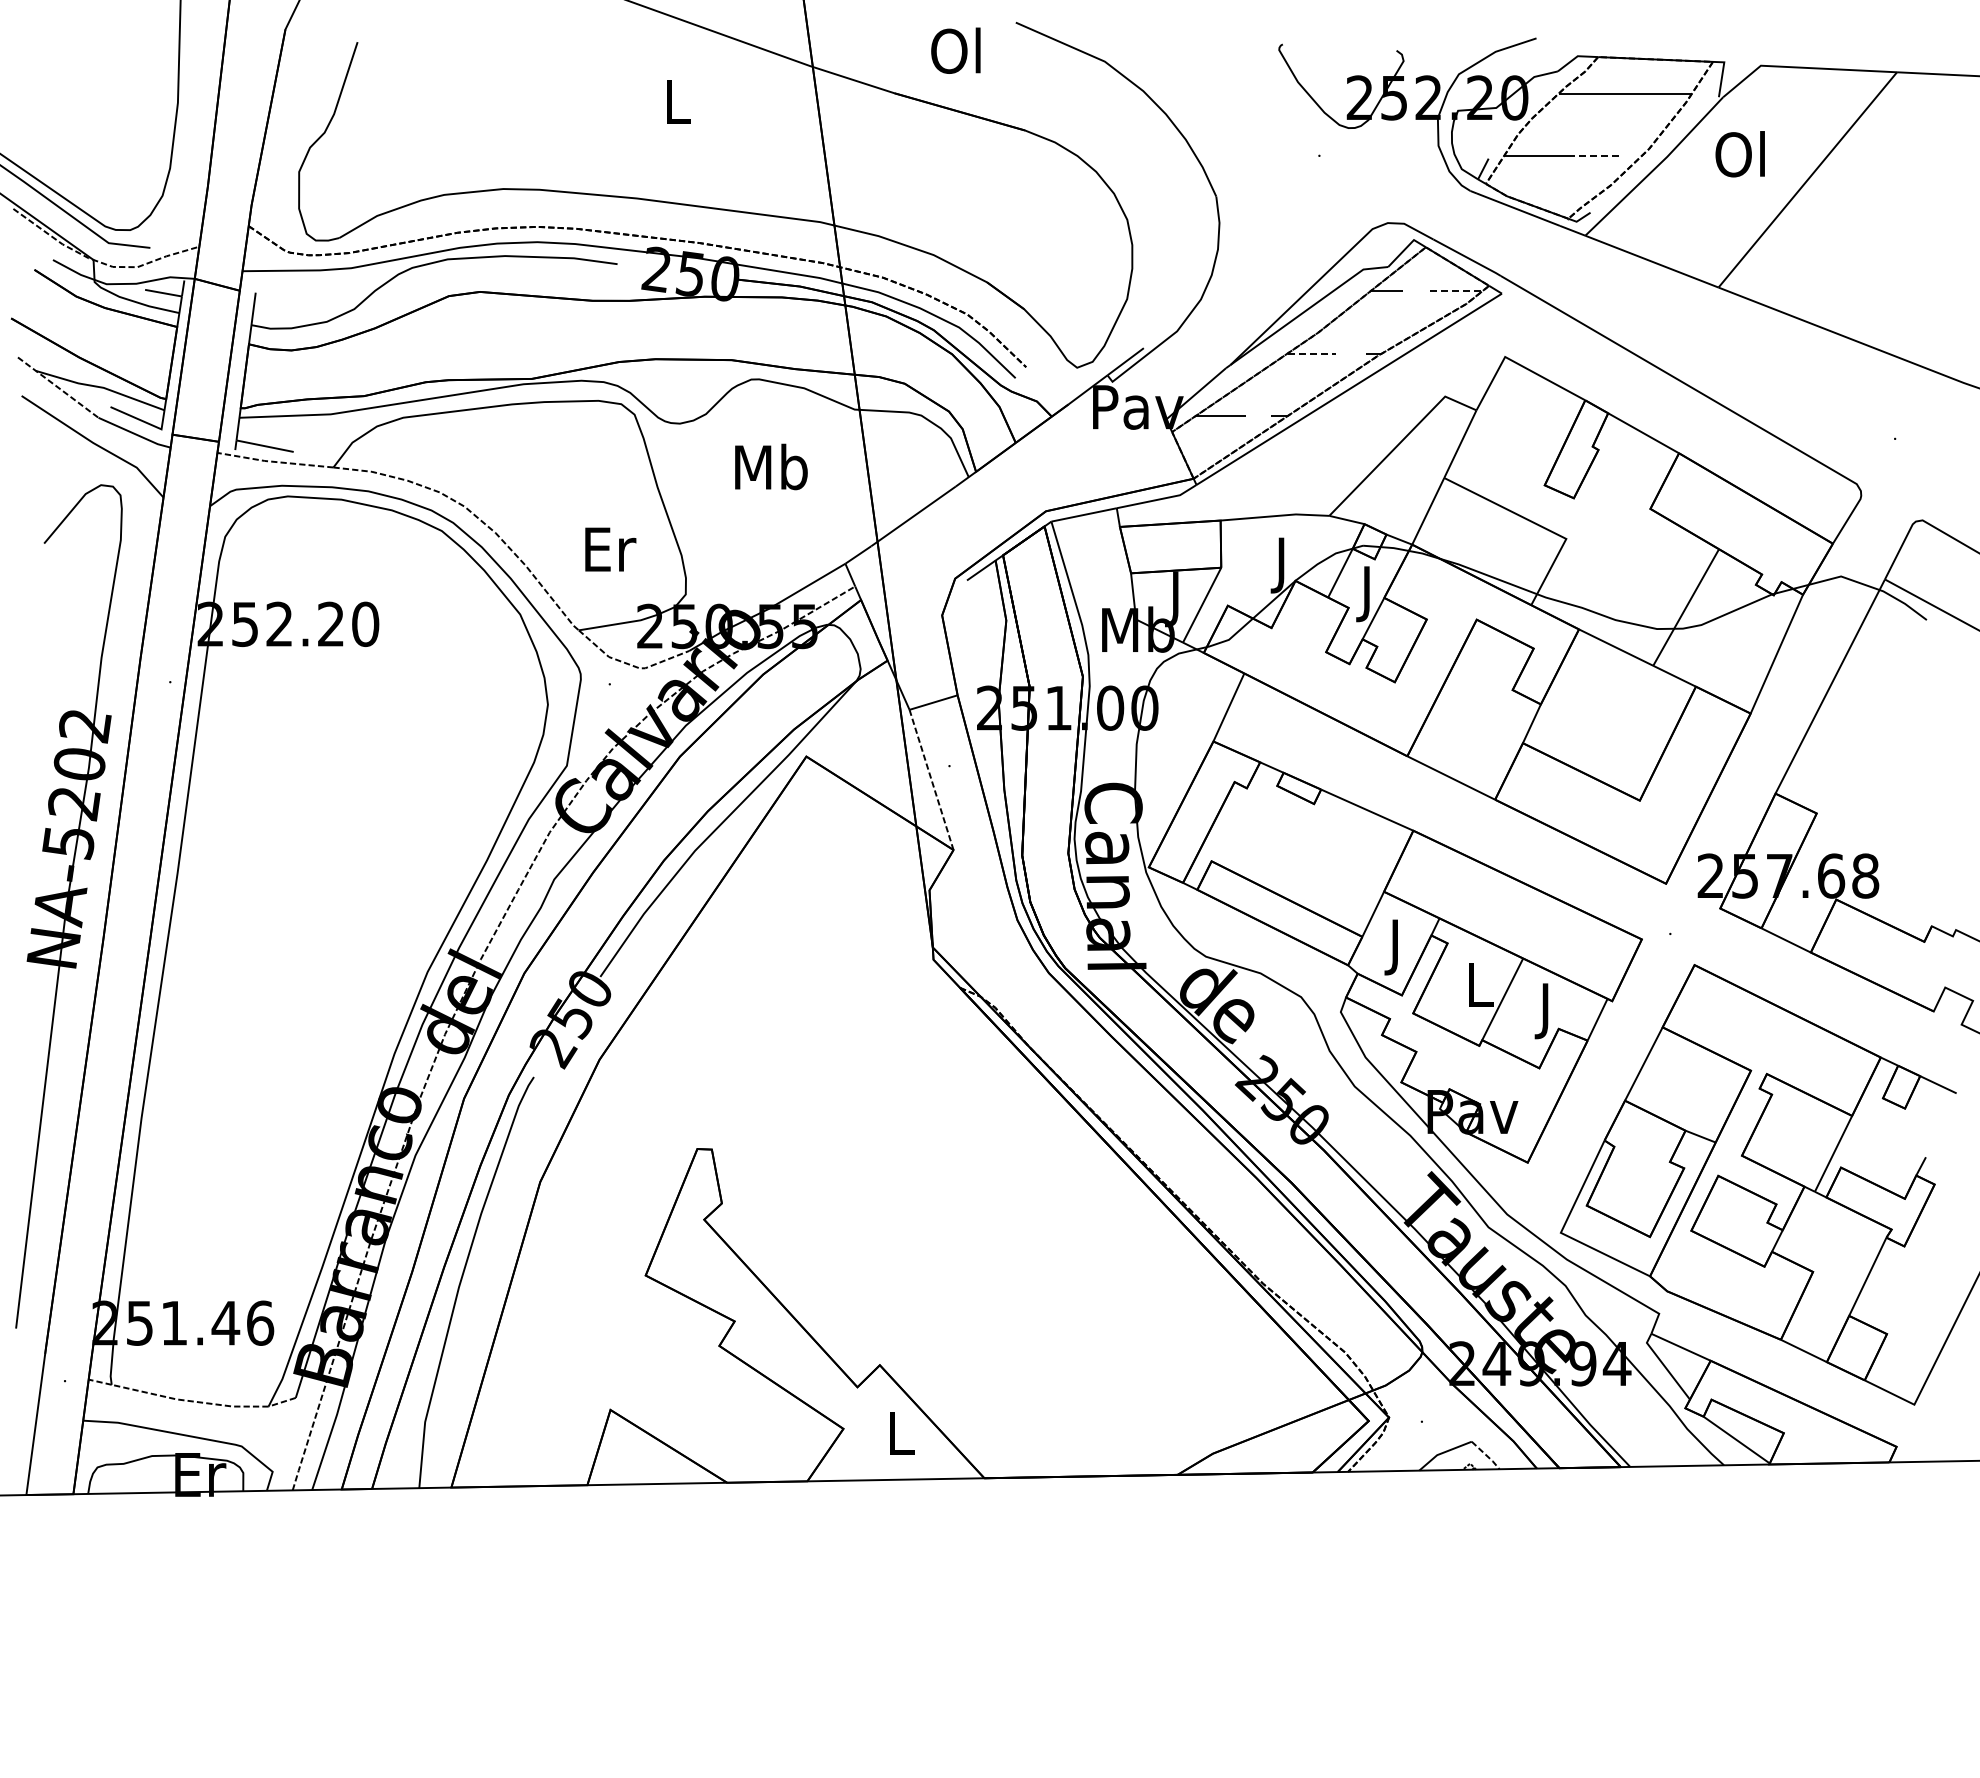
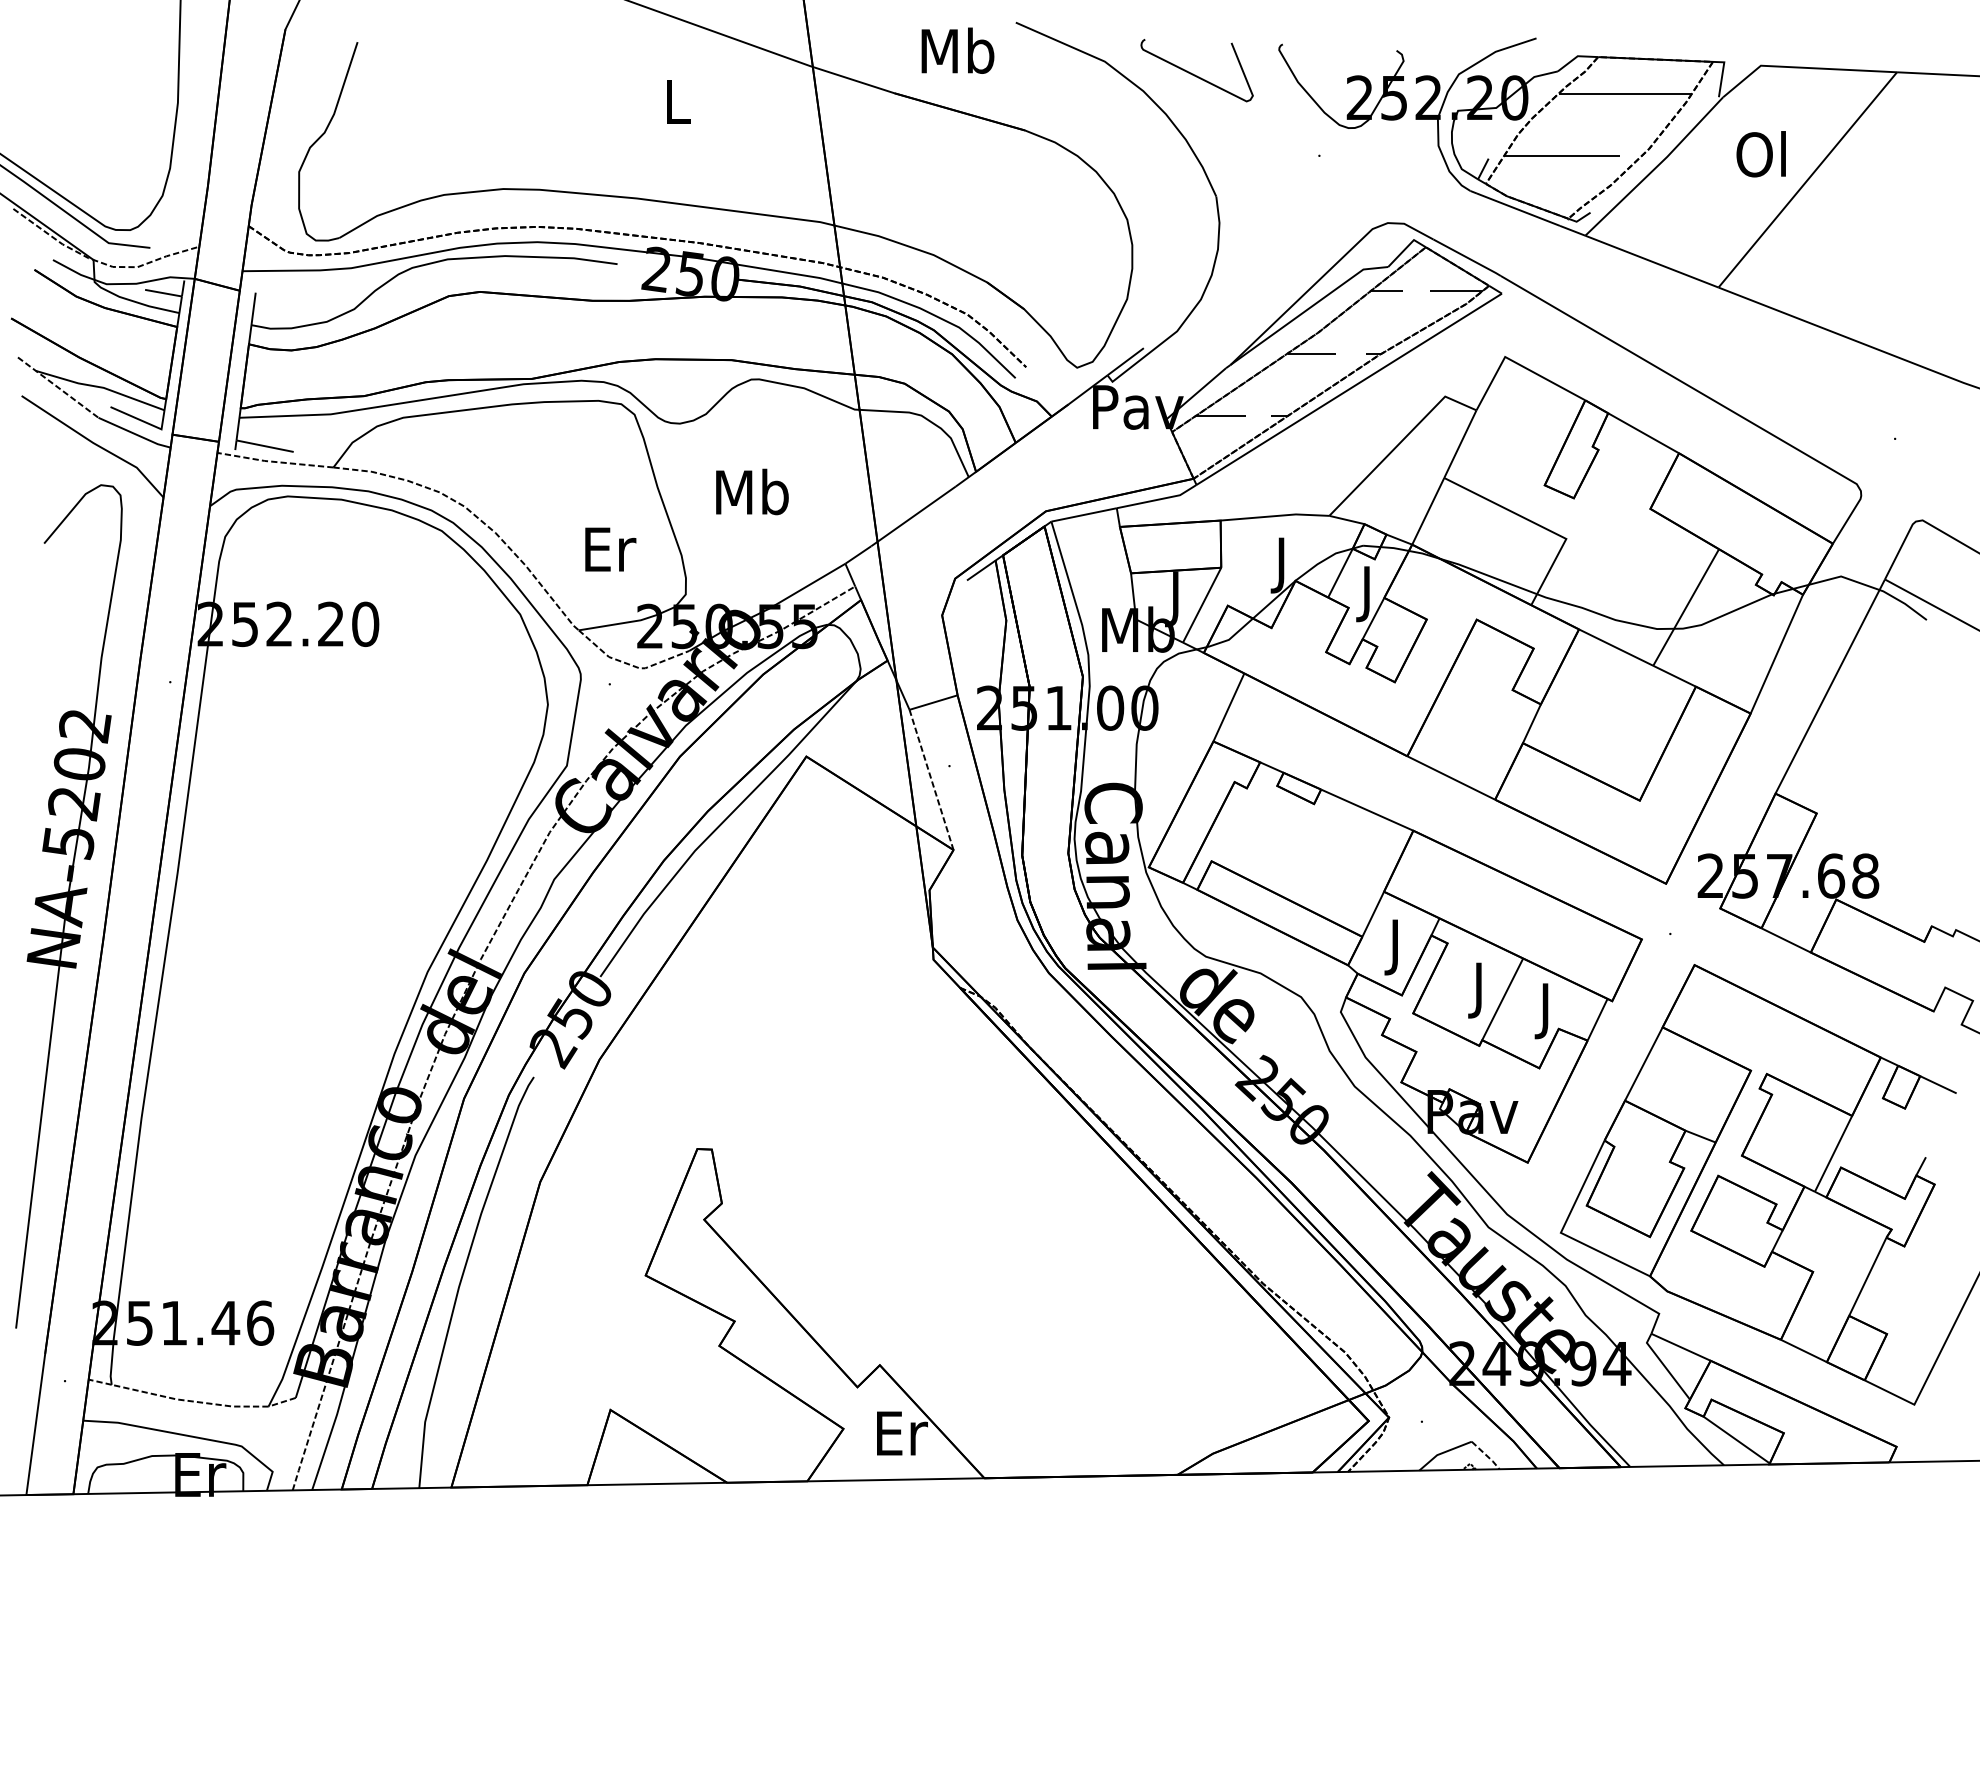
text at (957, 50): Ol -> Mb
curve at (1195, 74): none -> present
text at (1739, 154) position: (1739, 154) -> (1760, 154)
line at (1594, 156): dashed -> solid
line at (1456, 290): dashed -> solid
line at (1312, 353): dashed -> solid
text at (771, 466) position: (771, 466) -> (752, 491)
text at (1480, 990): L -> J
text at (902, 1433): L -> Er
